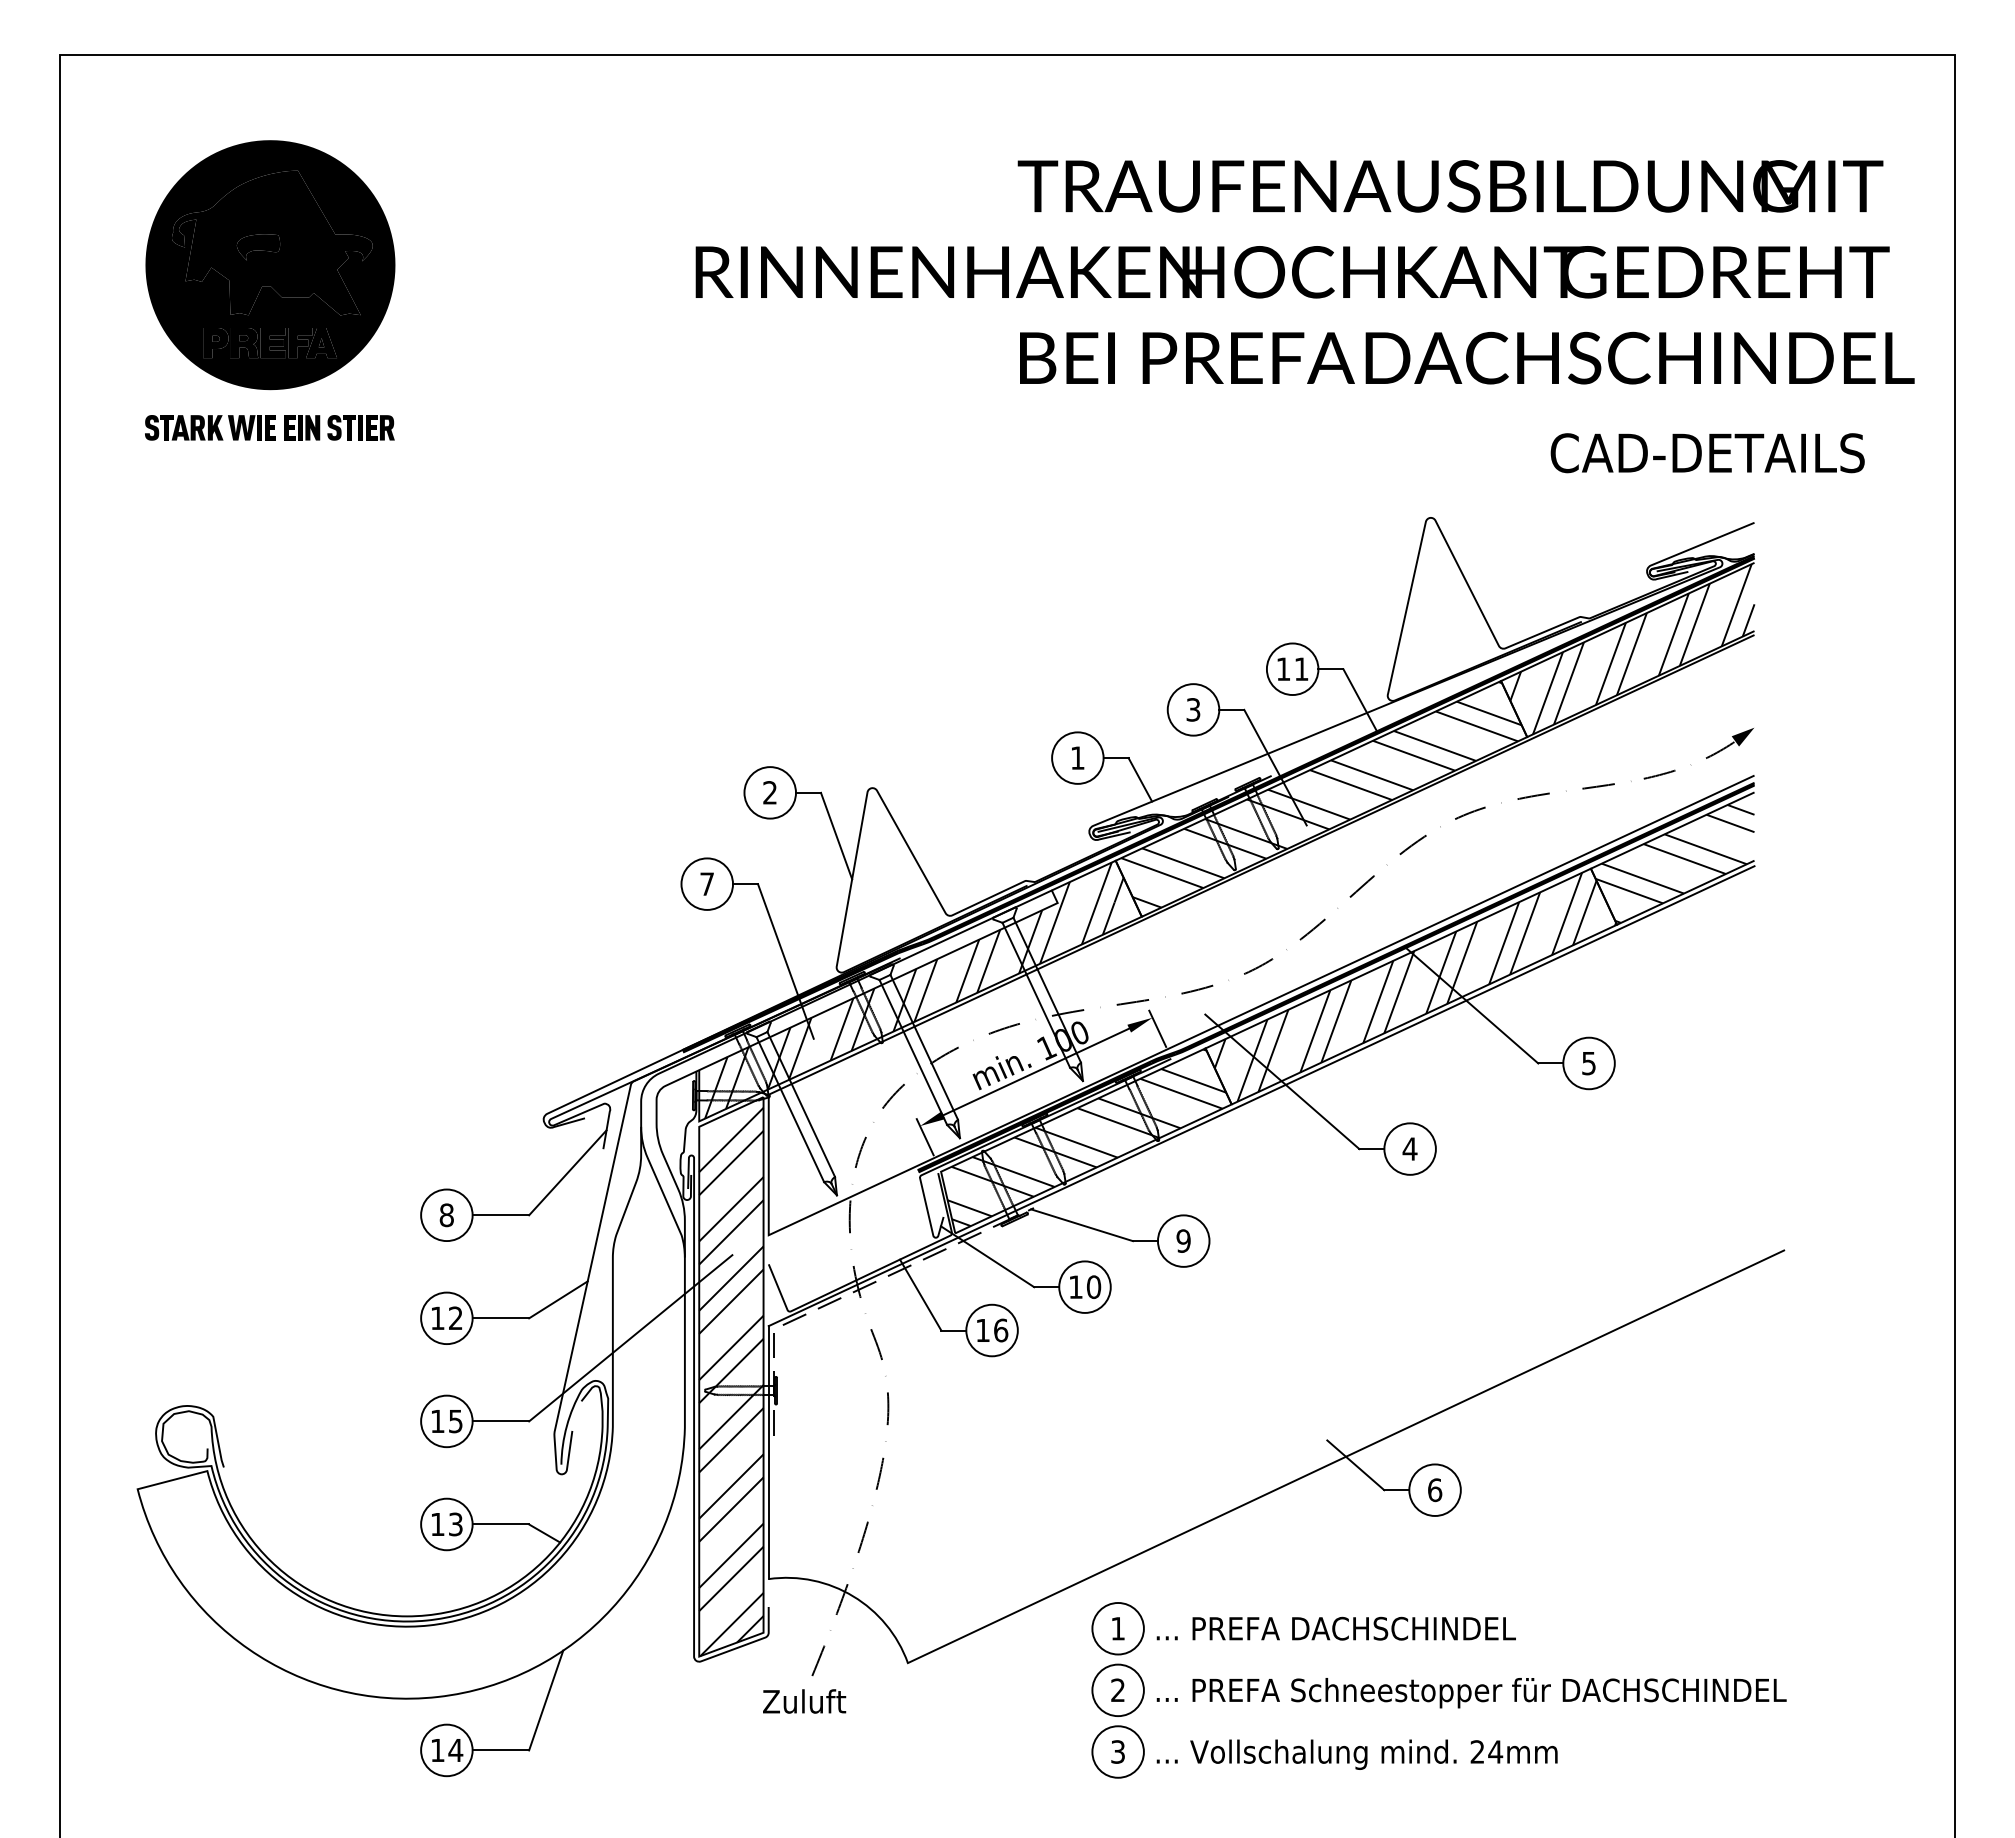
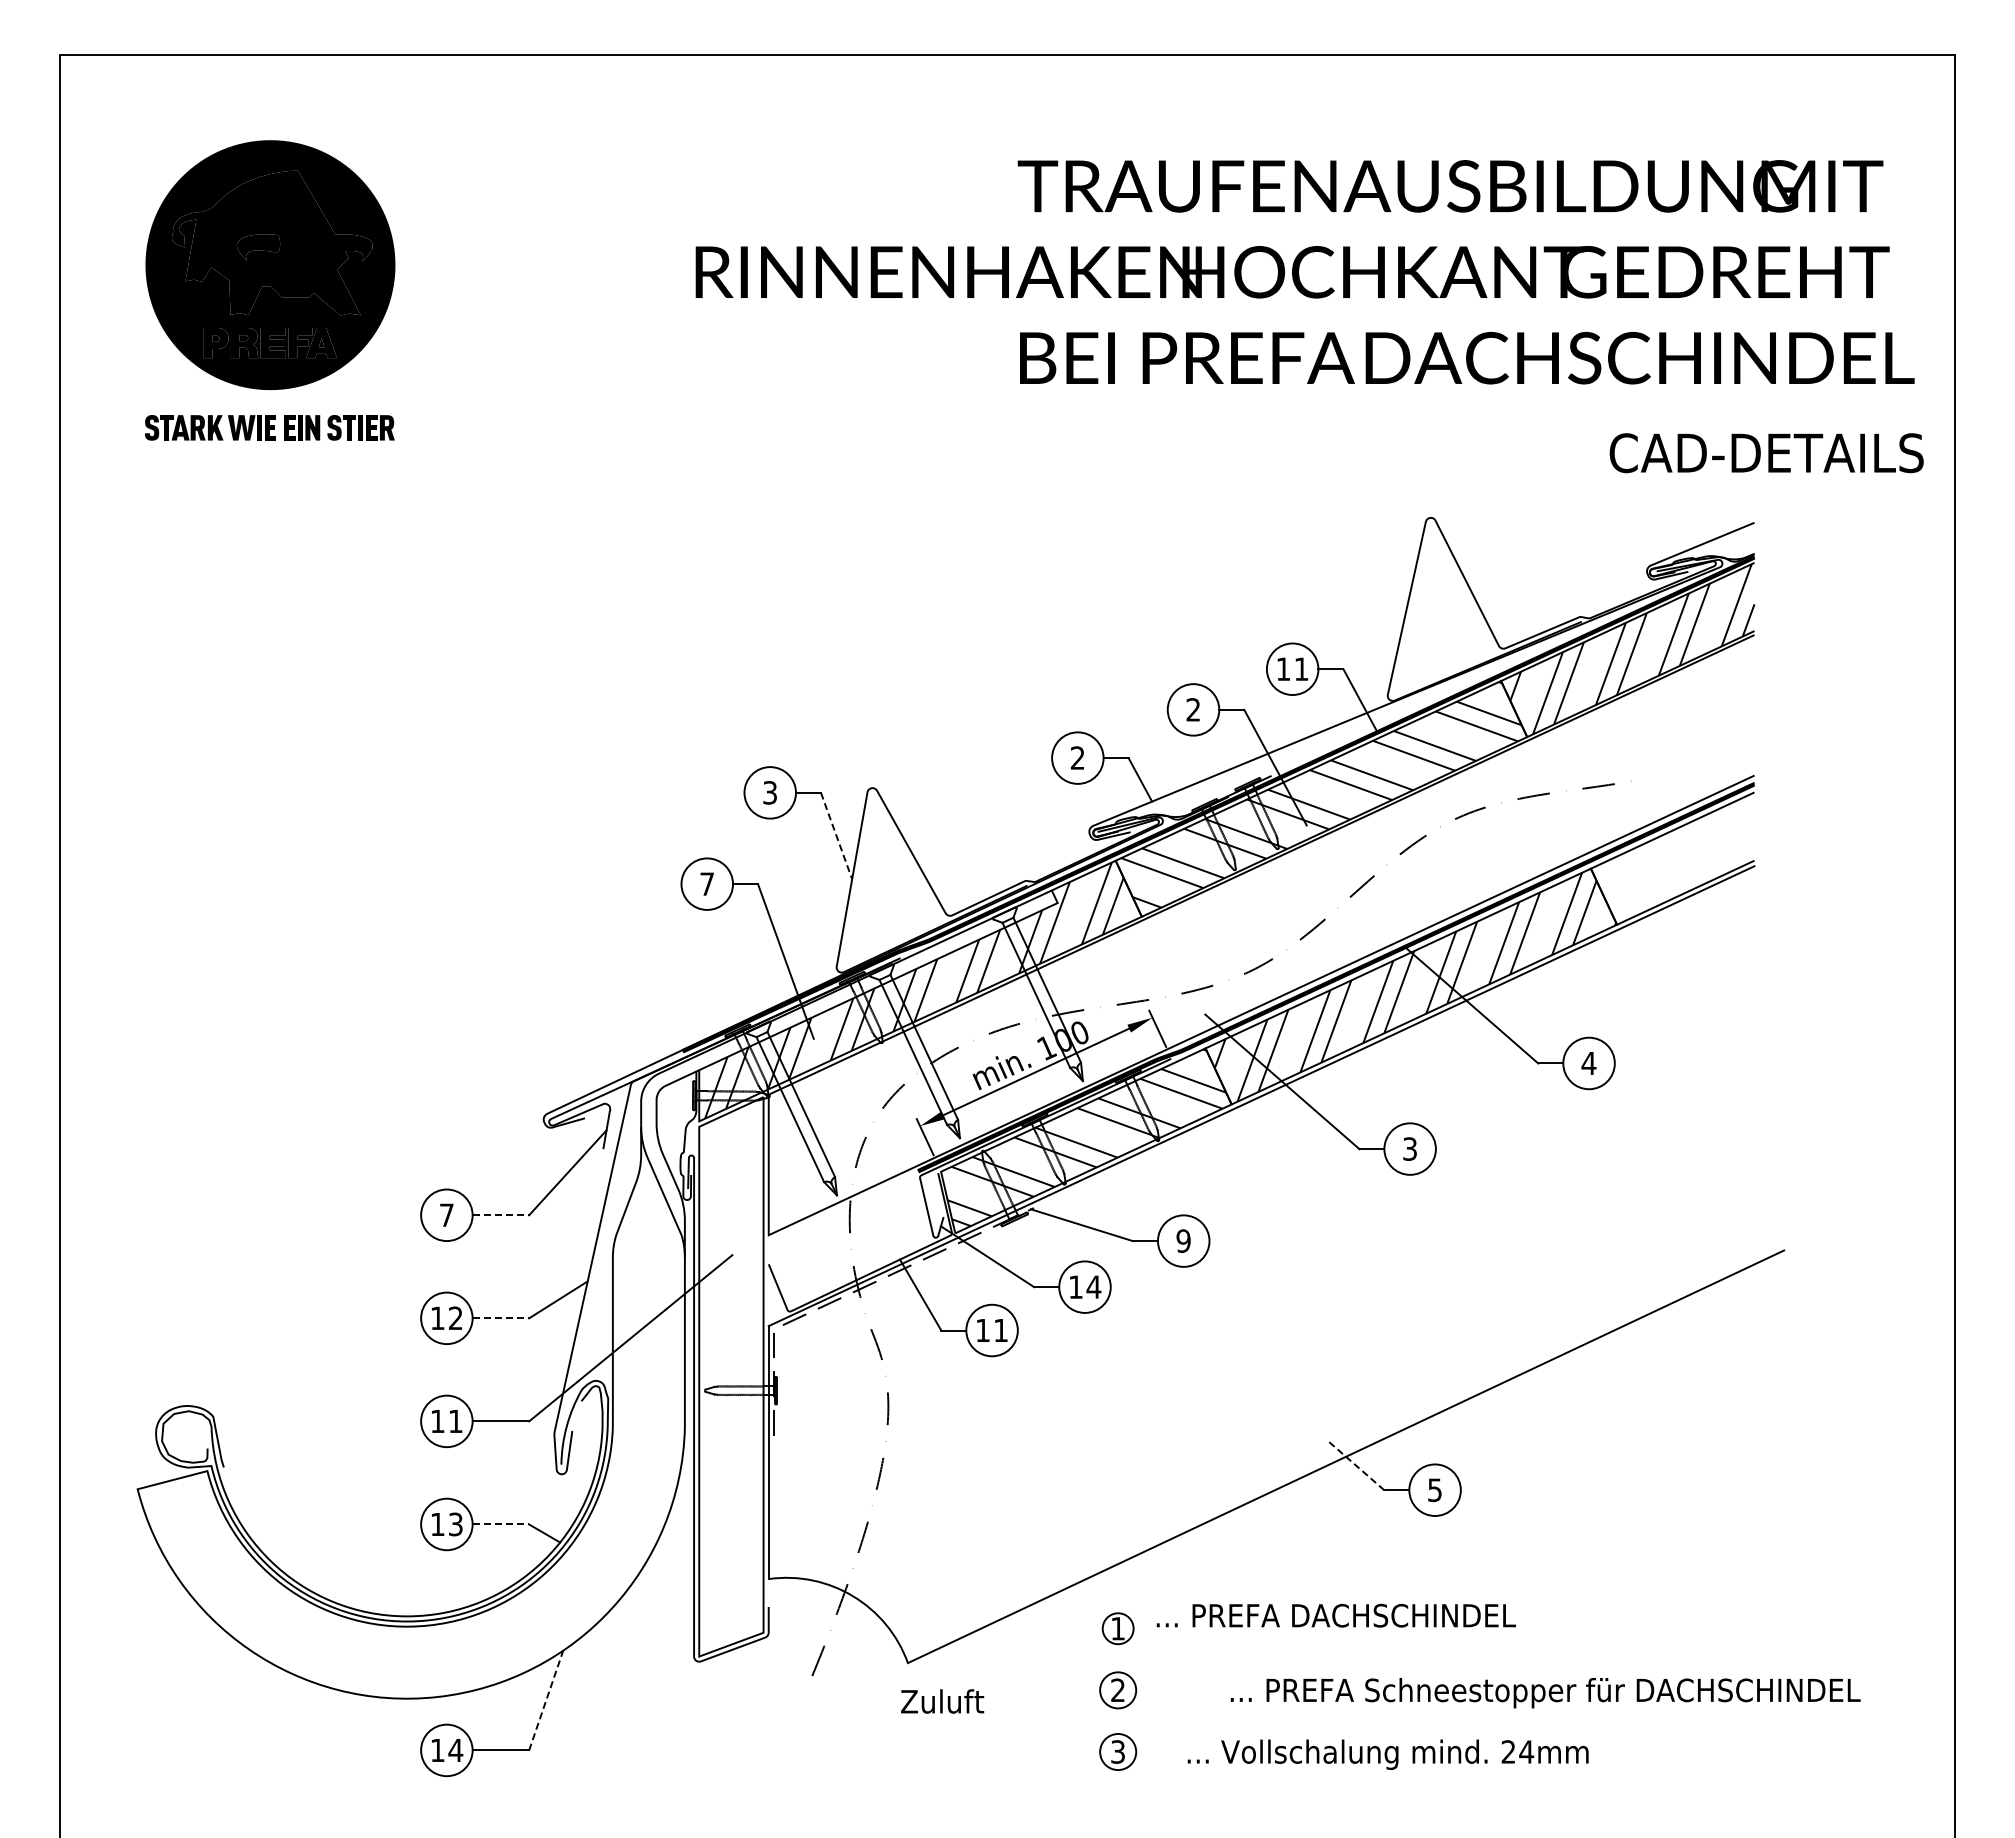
text at (1707, 453) position: (1707, 453) -> (1766, 453)
text at (1193, 709): 3 -> 2
text at (1077, 757): 1 -> 2
part at (1705, 757): present -> none
text at (769, 792): 2 -> 3
line at (836, 836): solid -> dashed
hatch at (1674, 863): present -> none
text at (1588, 1063): 5 -> 4
text at (1409, 1148): 4 -> 3
text at (446, 1215): 8 -> 7
line at (501, 1215): solid -> dashed
text at (1093, 1286): 10 -> 14
line at (501, 1318): solid -> dashed
text at (1001, 1330): 16 -> 11
hatch at (731, 1381): present -> none
text at (455, 1421): 15 -> 11
line at (1355, 1465): solid -> dashed
text at (1435, 1490): 6 -> 5
line at (501, 1524): solid -> dashed
circle at (1117, 1628) diameter: 52 px -> 31 px
text at (1335, 1628) position: (1335, 1628) -> (1335, 1615)
circle at (1117, 1690) diameter: 52 px -> 36 px
text at (1471, 1693) position: (1471, 1693) -> (1545, 1693)
line at (546, 1700): solid -> dashed
text at (804, 1701) position: (804, 1701) -> (942, 1701)
circle at (1117, 1751) diameter: 52 px -> 36 px
text at (1356, 1754) position: (1356, 1754) -> (1387, 1754)
